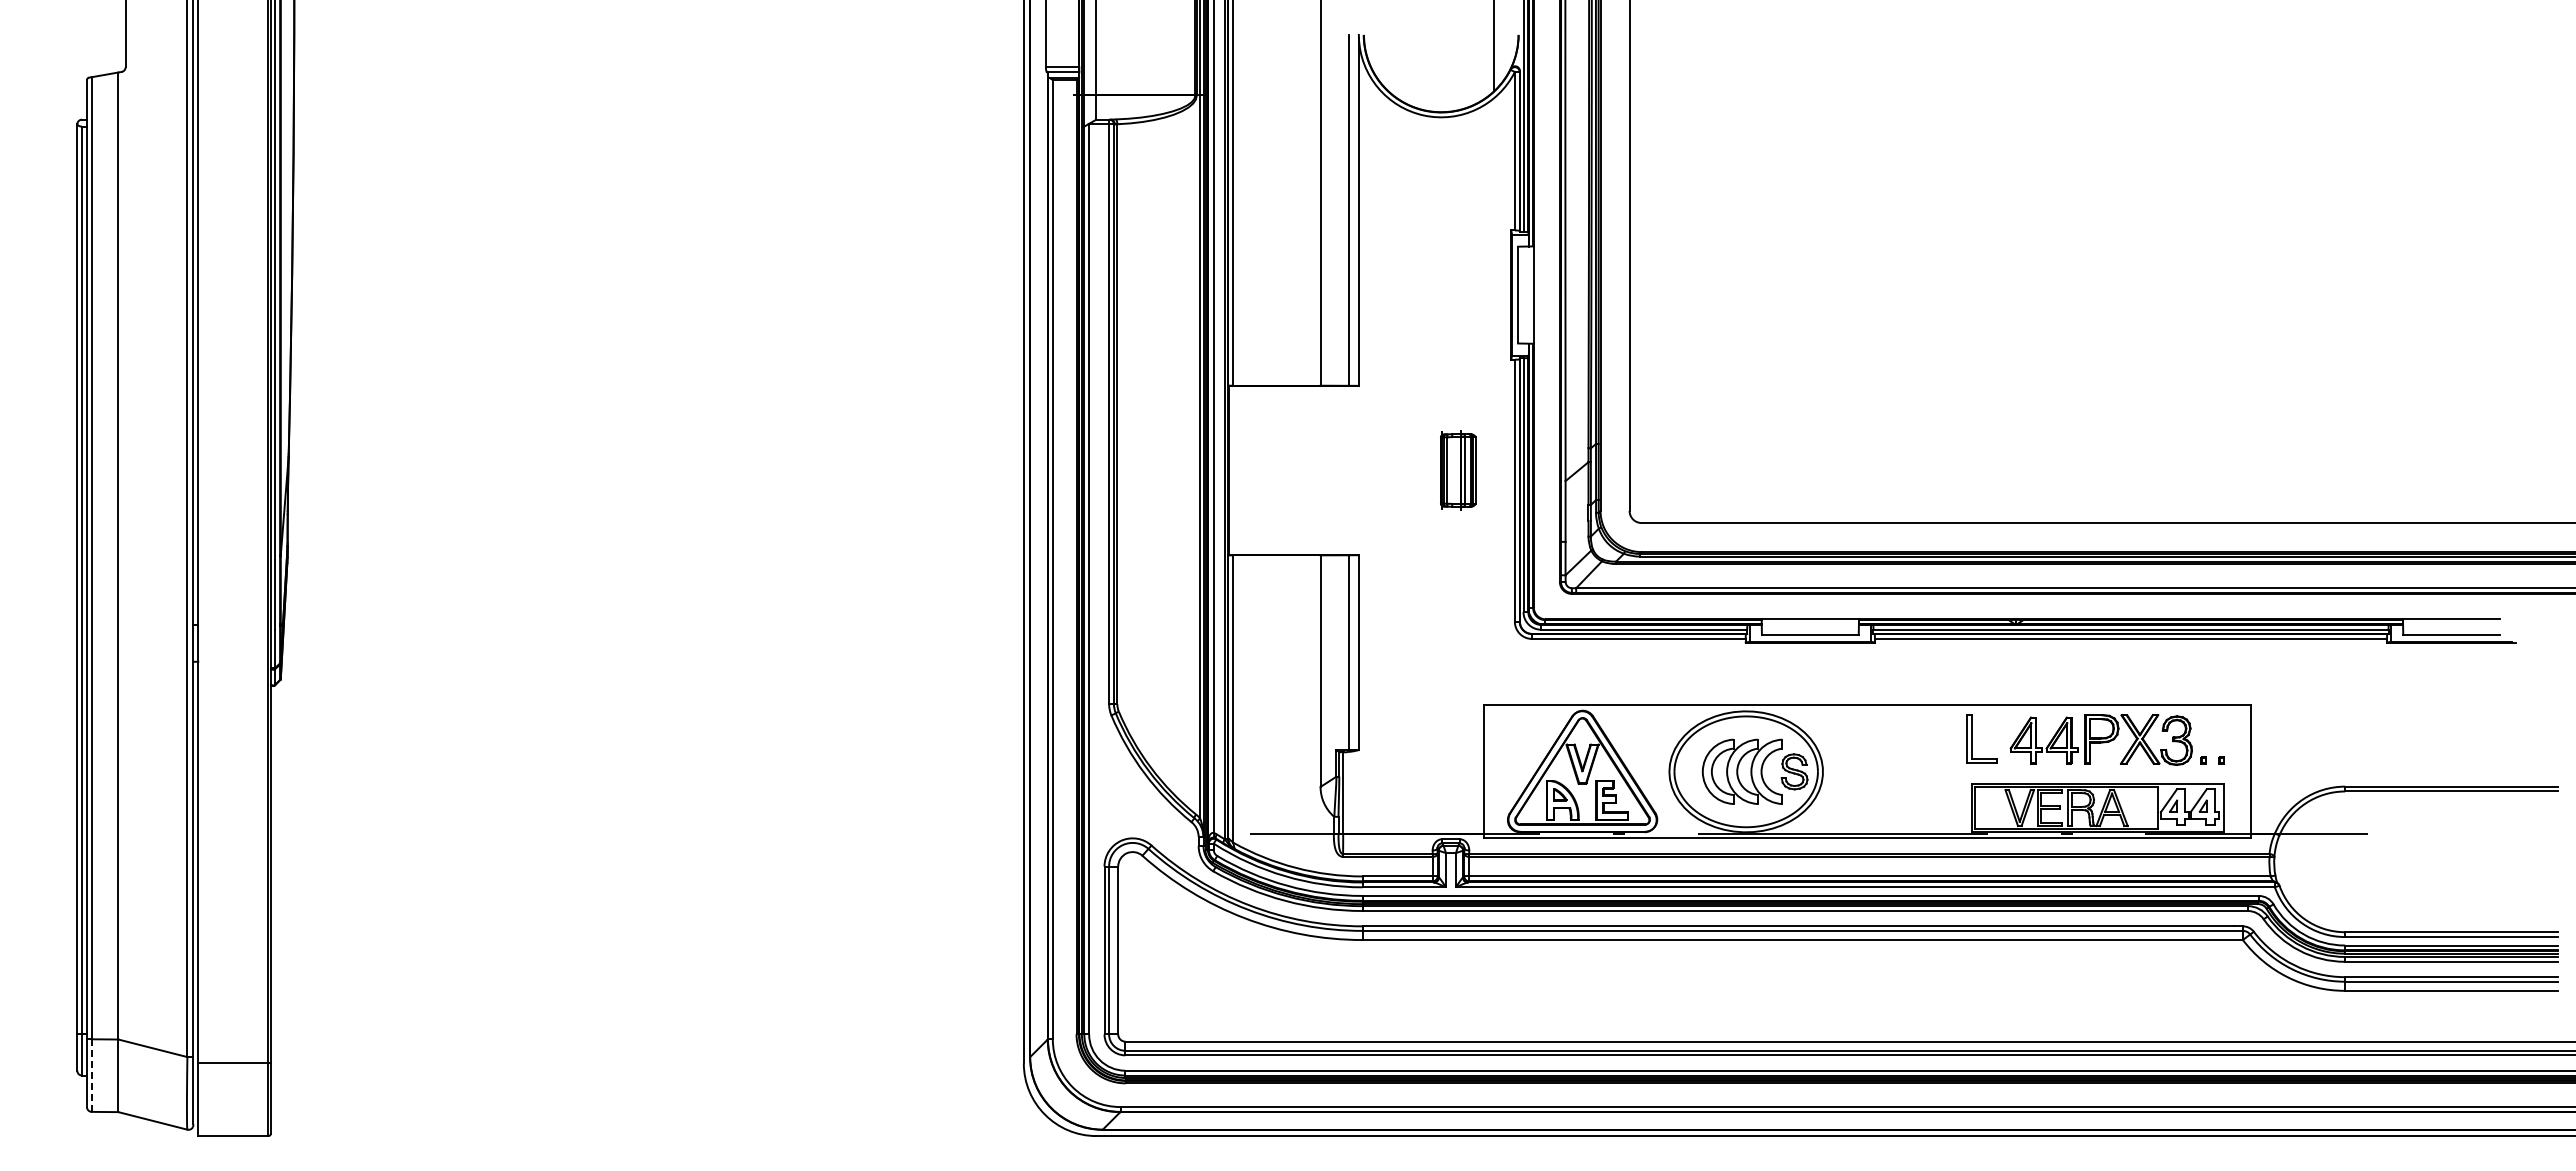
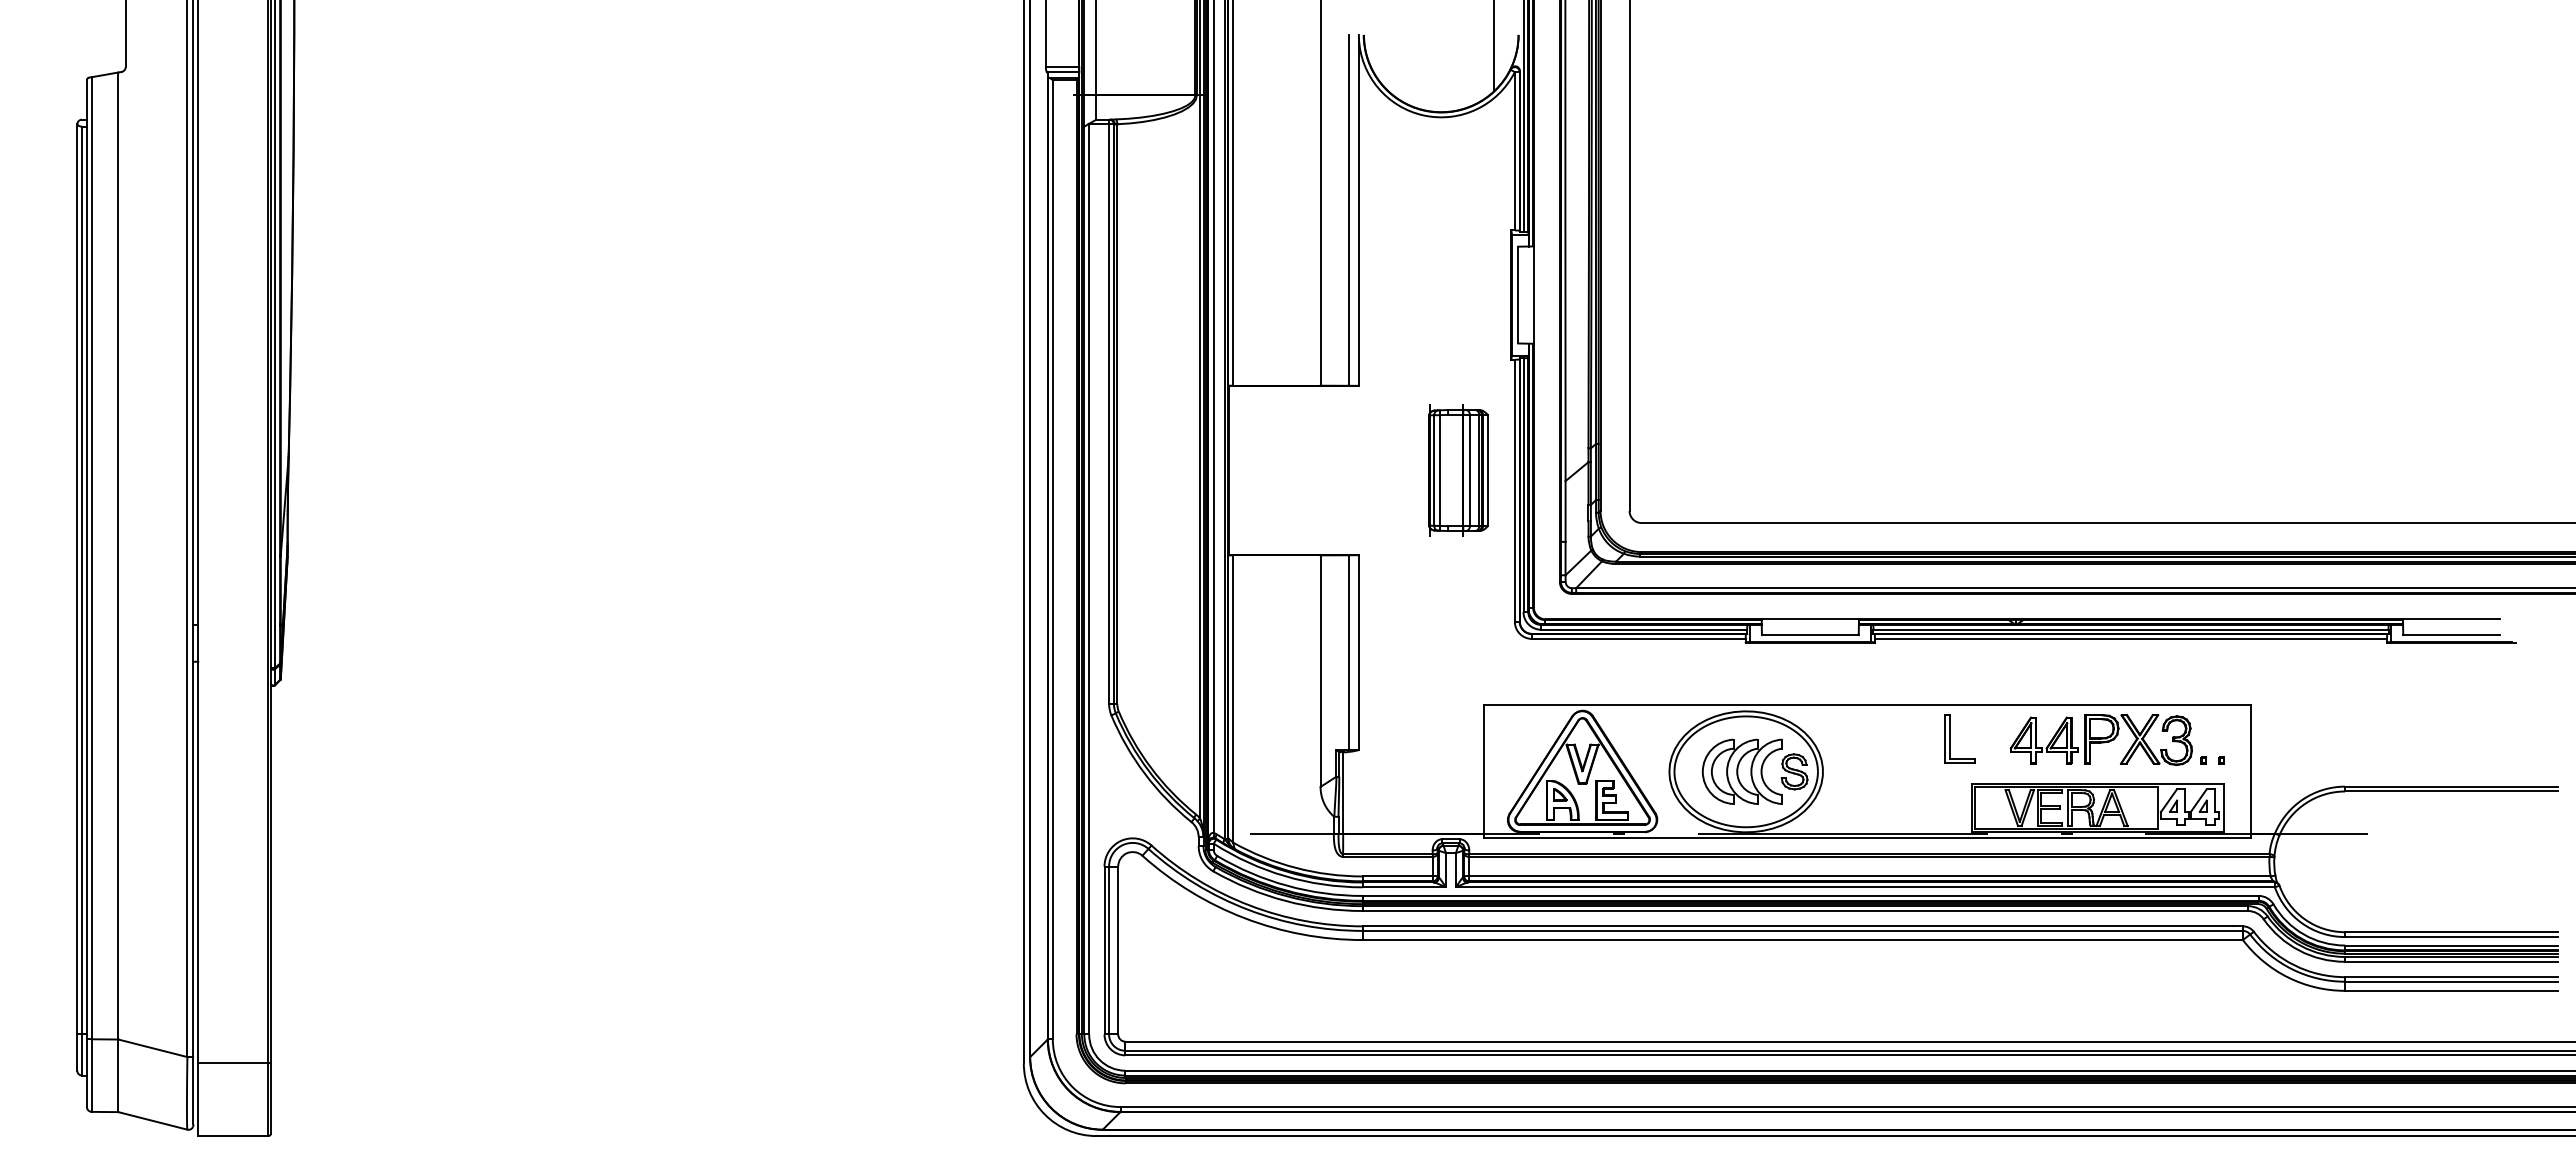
part at (1458, 470) size: 37x81 px -> 61x133 px
part at (1972, 738) position: (1972, 738) -> (1950, 738)
line at (91, 1076): dashed -> solid
